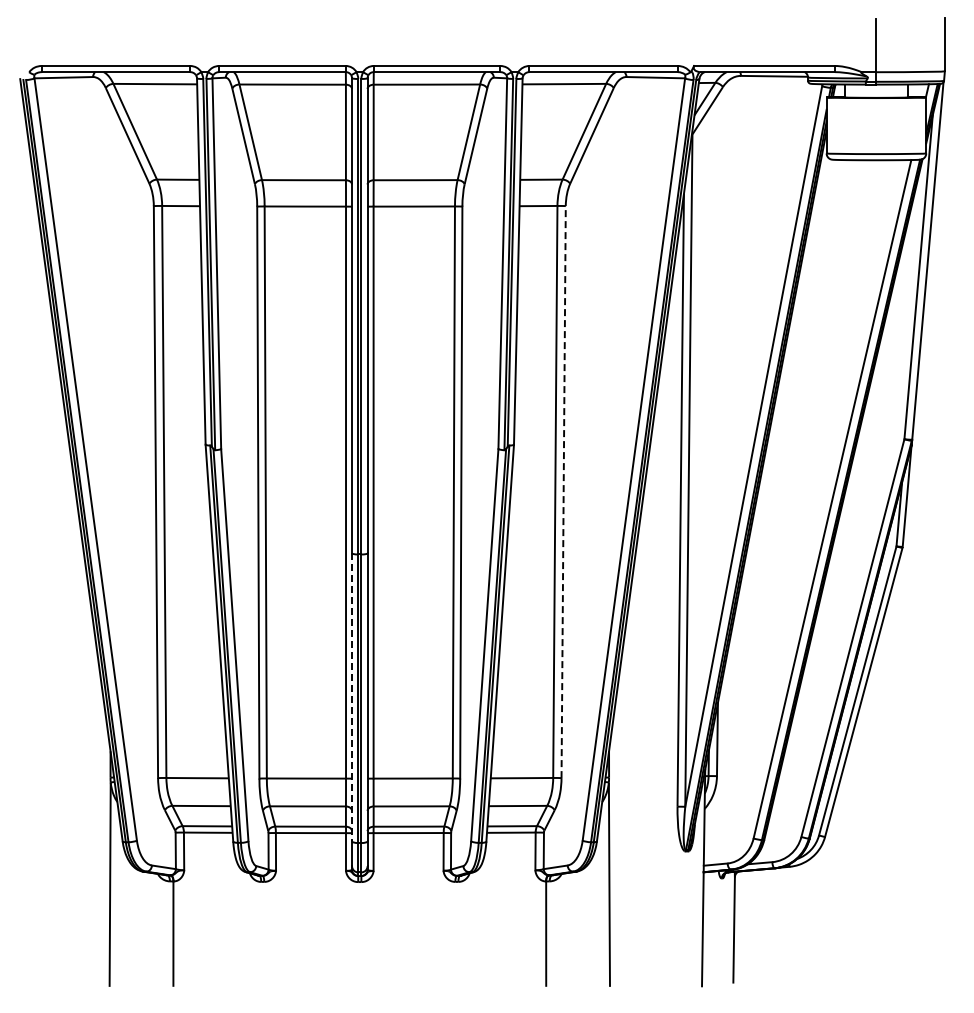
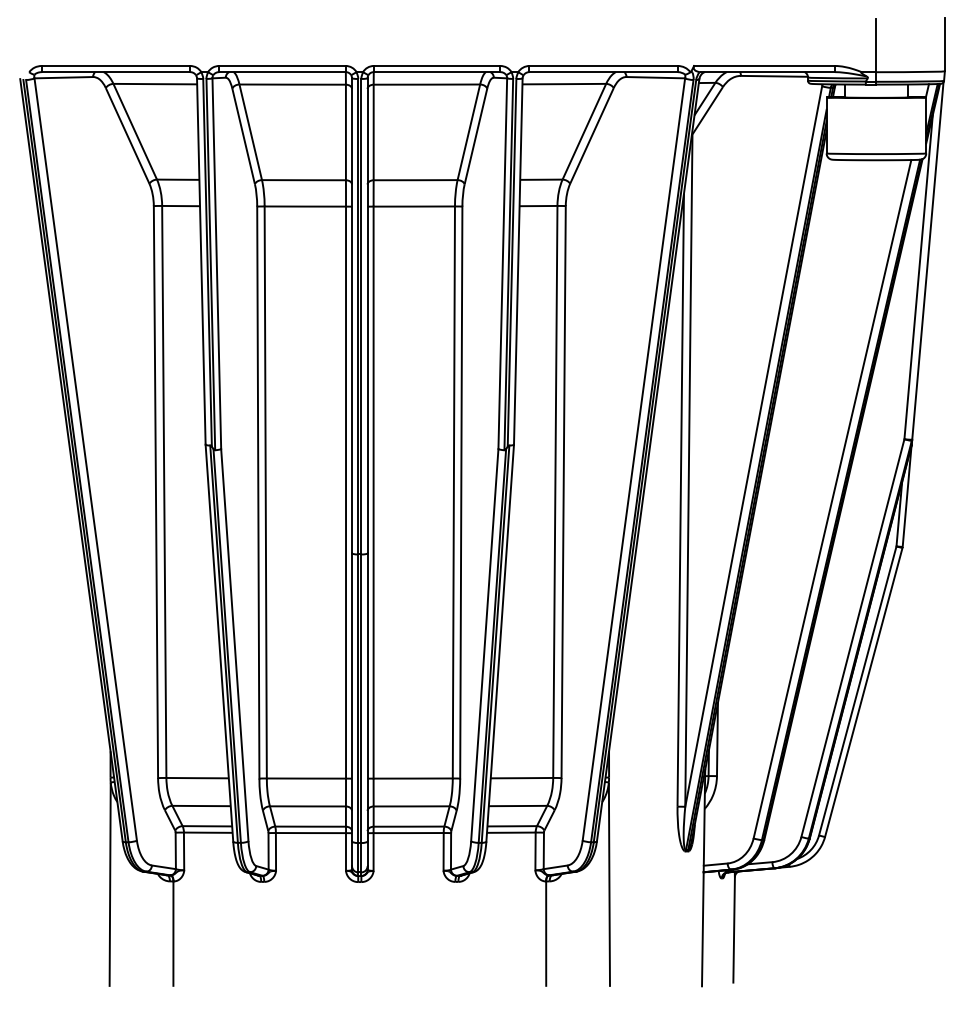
line at (563, 491): dashed -> solid
line at (352, 697): dashed -> solid
